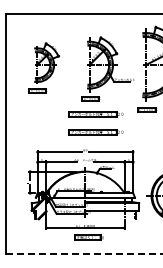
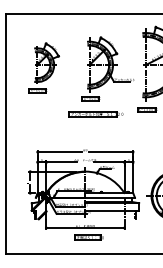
part at (95, 132): present -> none
line at (84, 254): dashed -> solid
